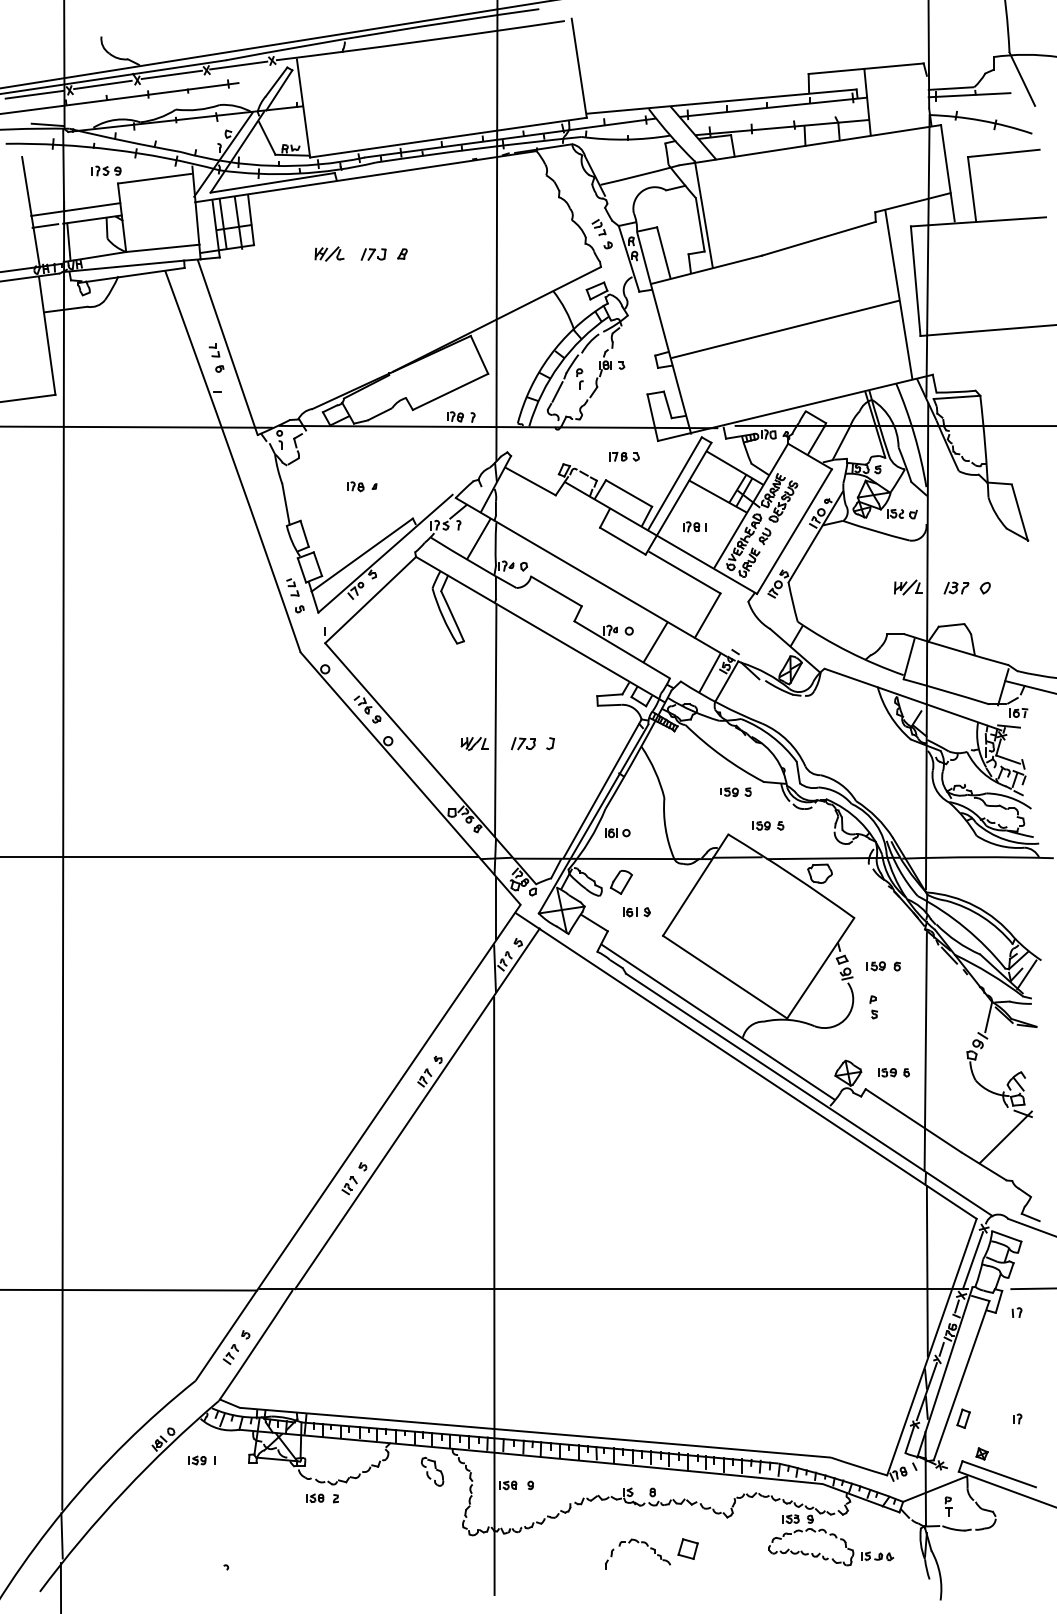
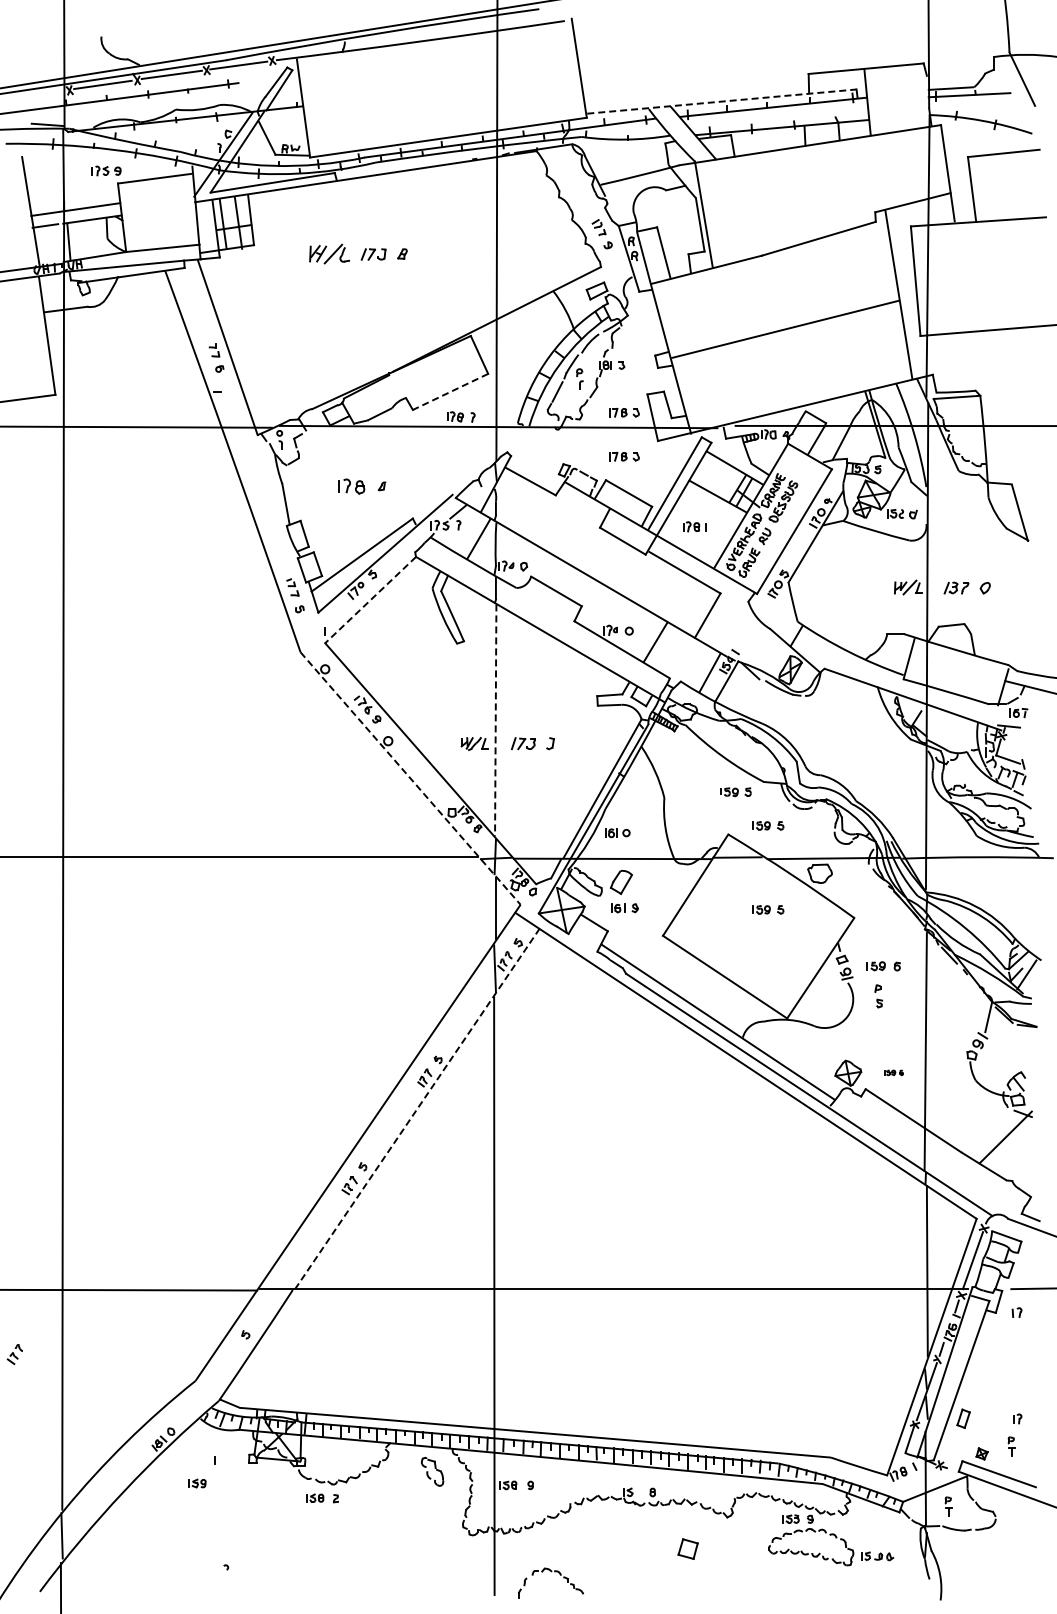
line at (34, 94): present -> none
line at (722, 101): solid -> dashed
part at (329, 253) size: 31x16 px -> 41x22 px
line at (450, 391): solid -> dashed
part at (624, 412): none -> present
part at (362, 486) size: 31x12 px -> 49x17 px
line at (370, 600): solid -> dashed
line at (495, 720): solid -> dashed
line at (410, 778): solid -> dashed
part at (768, 909): none -> present
part at (636, 912) position: (636, 912) -> (624, 908)
part at (873, 1007) position: (873, 1007) -> (878, 996)
part at (893, 1072) size: 32x10 px -> 20x8 px
line at (417, 1108): solid -> dashed
part at (230, 1354) position: (230, 1354) -> (14, 1354)
part at (1011, 1446): none -> present
part at (197, 1460) position: (197, 1460) -> (197, 1483)
part at (638, 1543) position: (638, 1543) -> (551, 1572)
